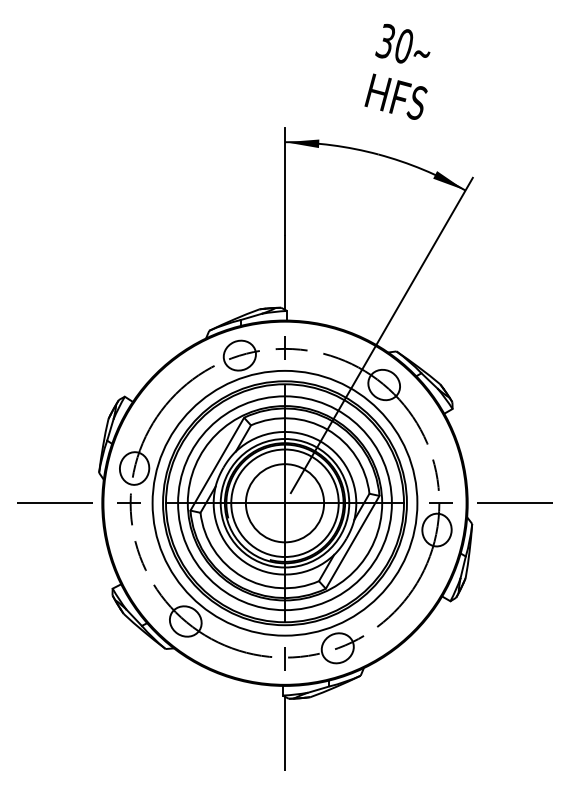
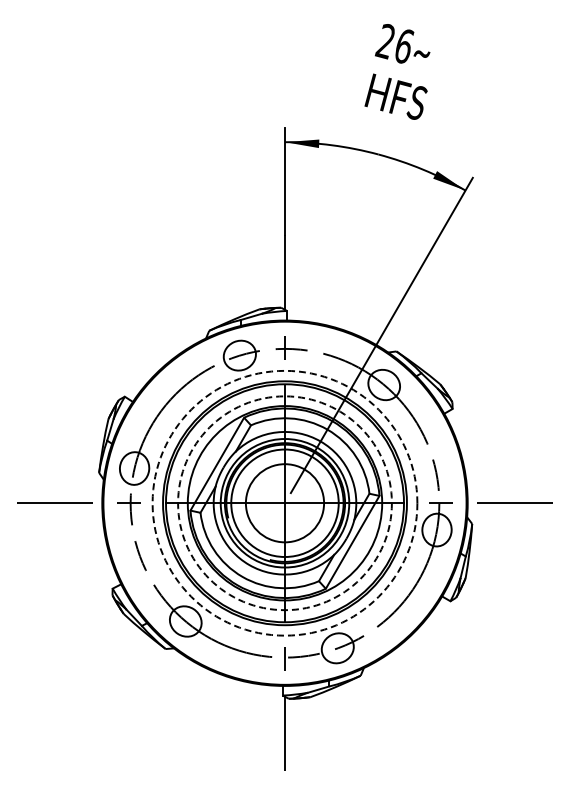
text at (394, 43): 30 -> 26
circle at (284, 502): solid -> dashed
circle at (284, 503): solid -> dashed
